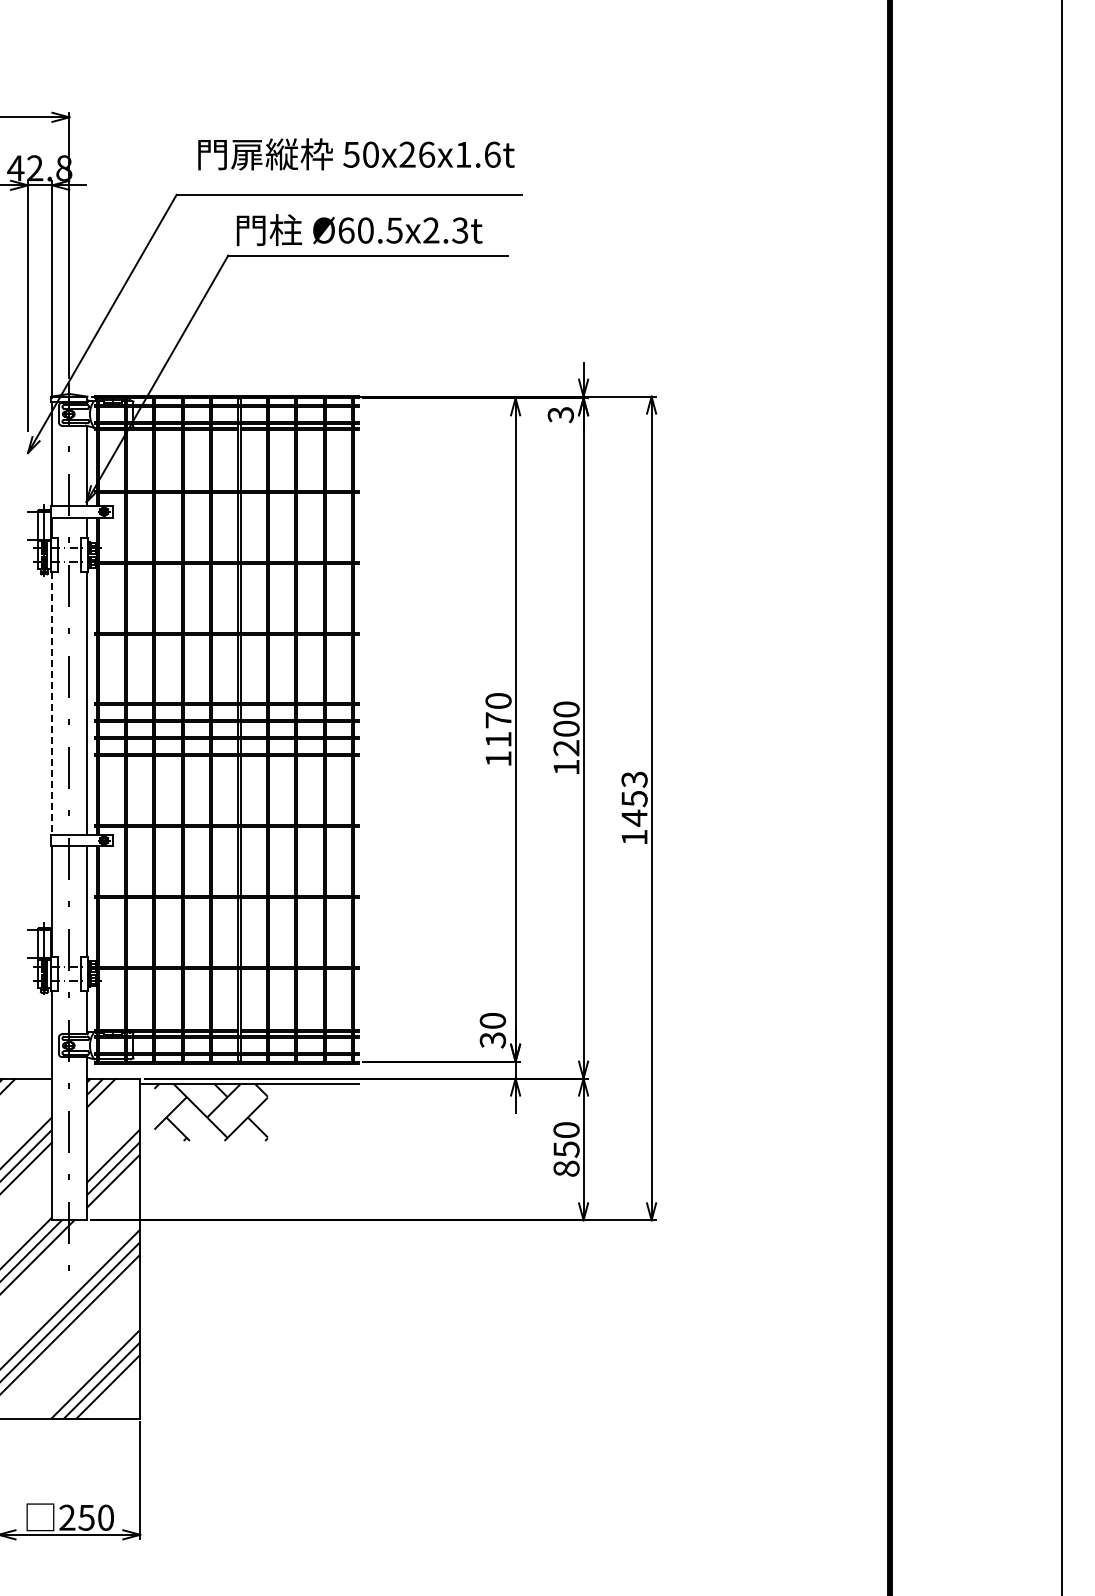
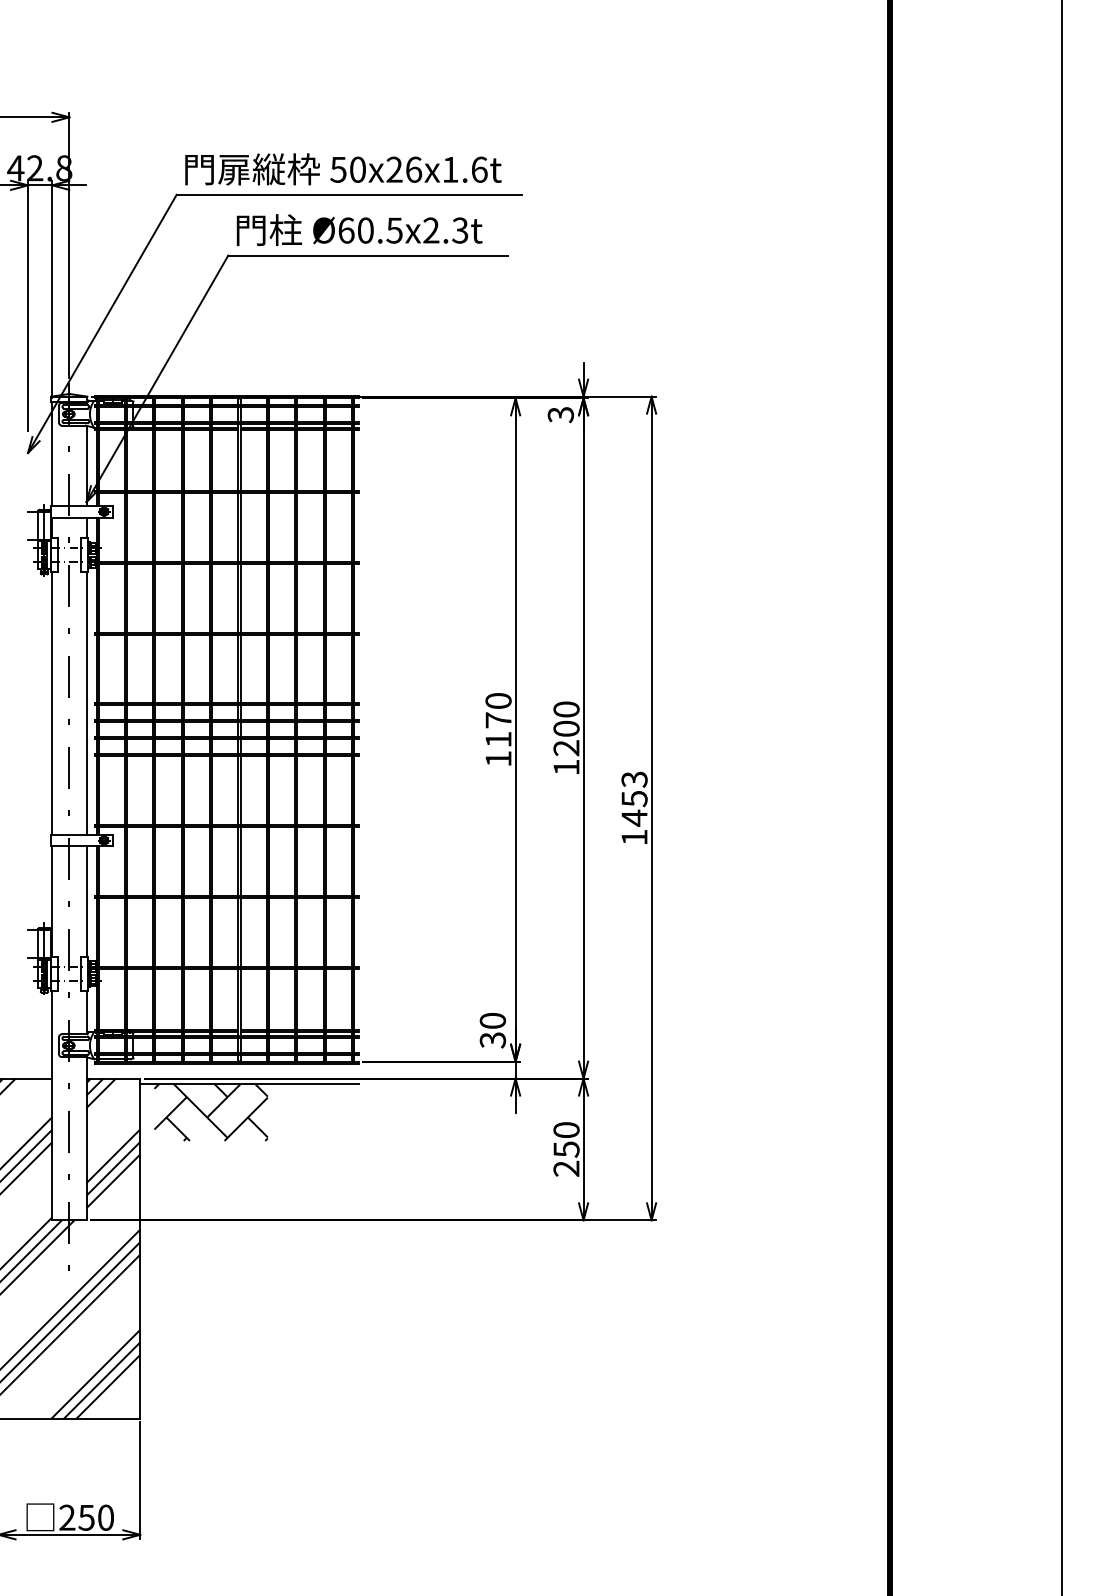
text at (356, 154) position: (356, 154) -> (343, 169)
line at (52, 703): dashed -> solid
text at (566, 1168): 850 -> 250
